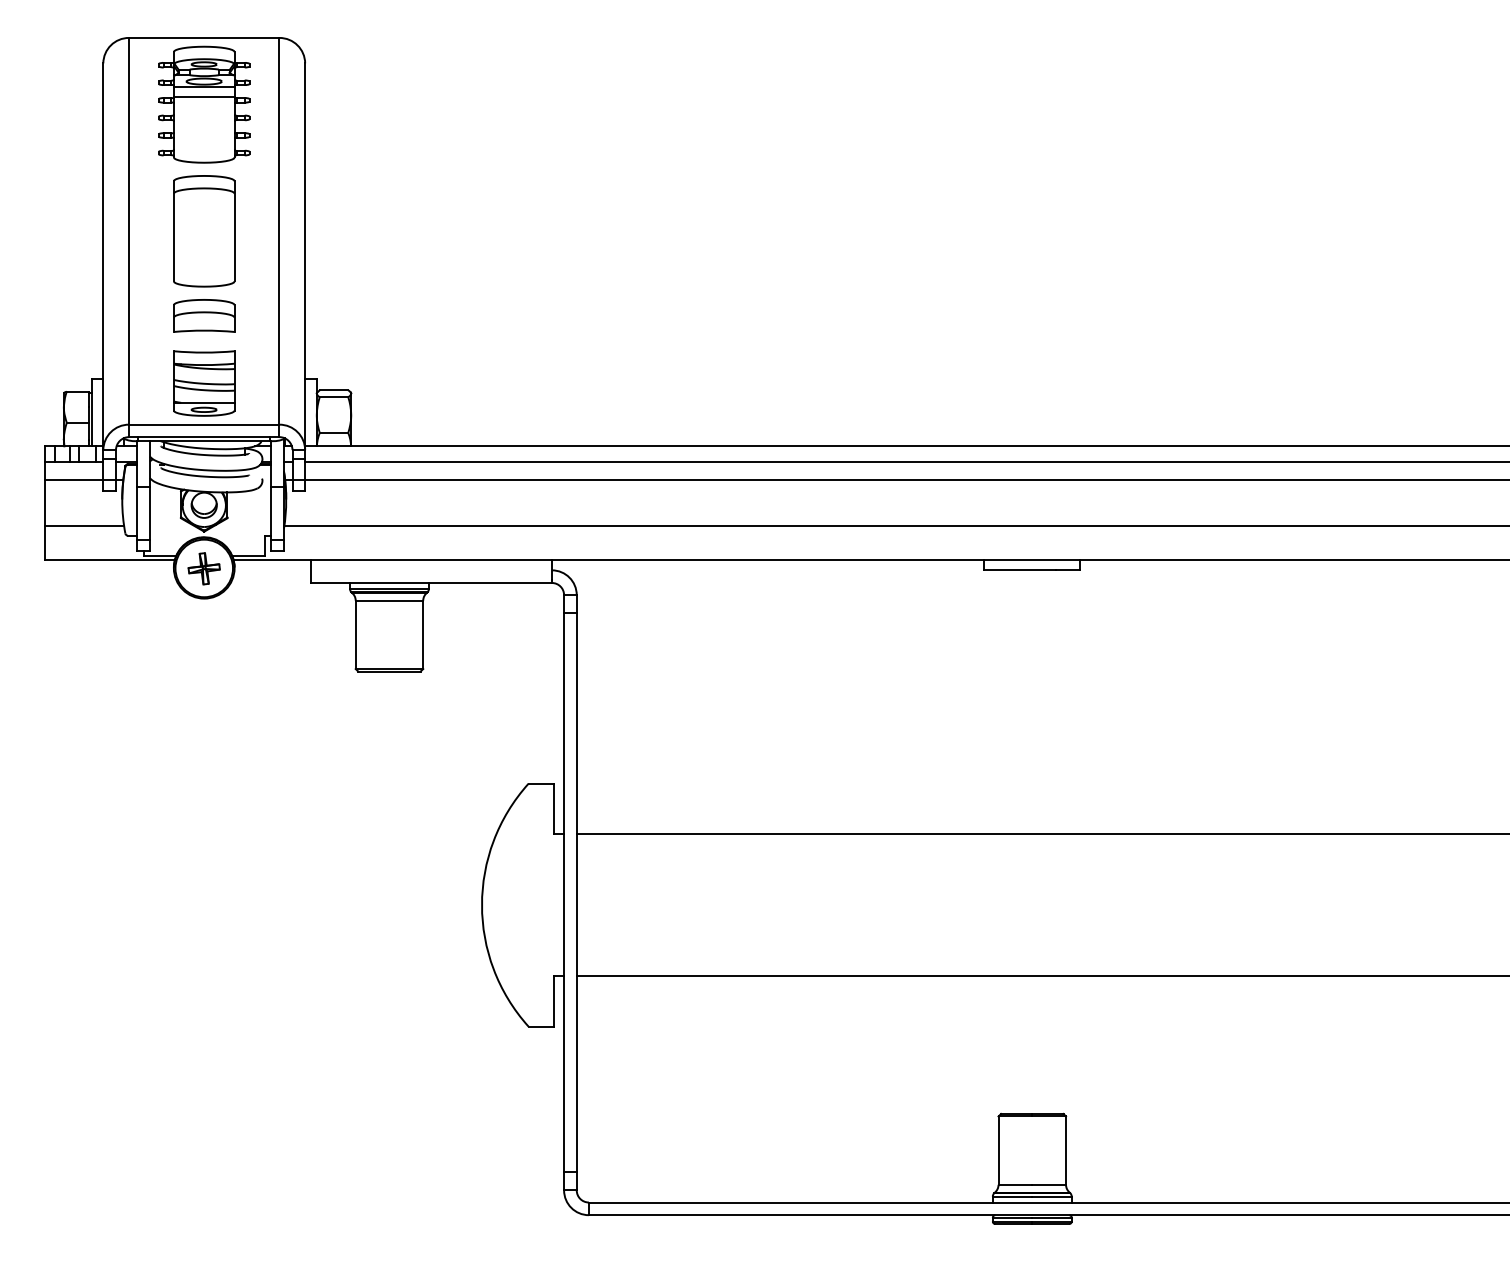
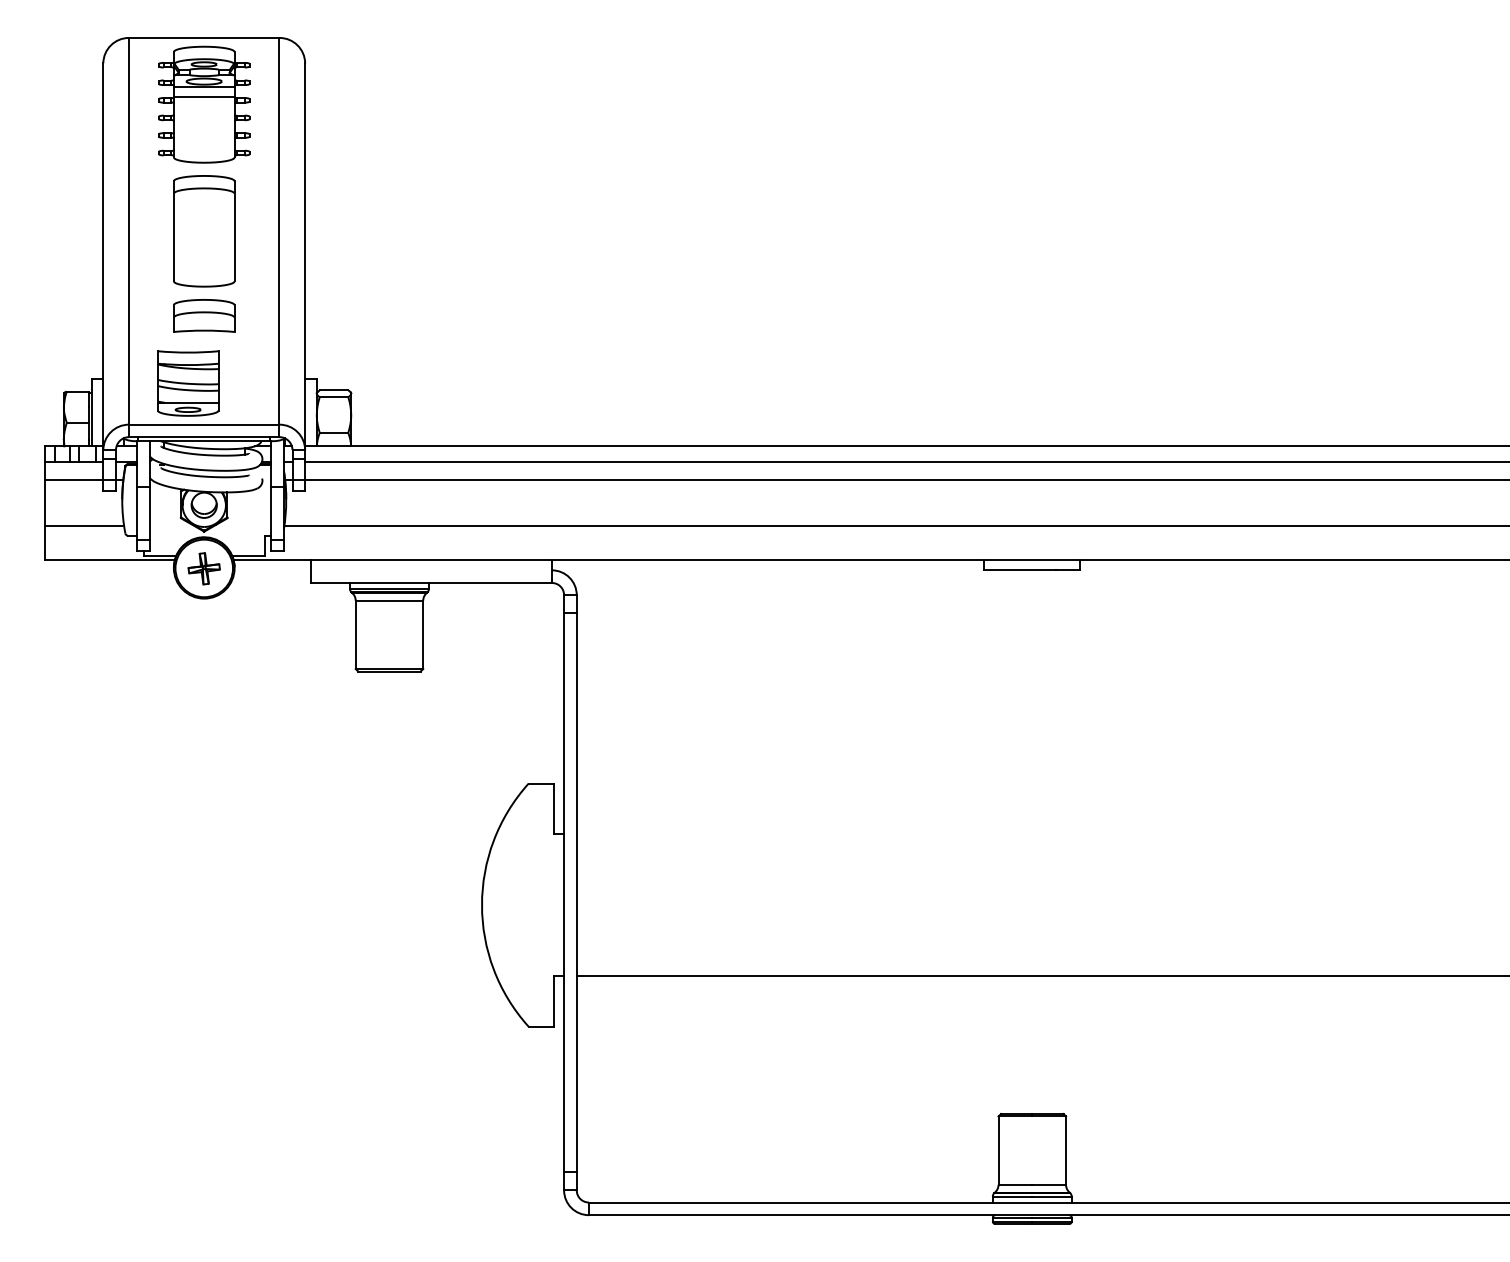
part at (204, 383) position: (204, 383) -> (188, 383)
line at (1041, 834): present -> none
